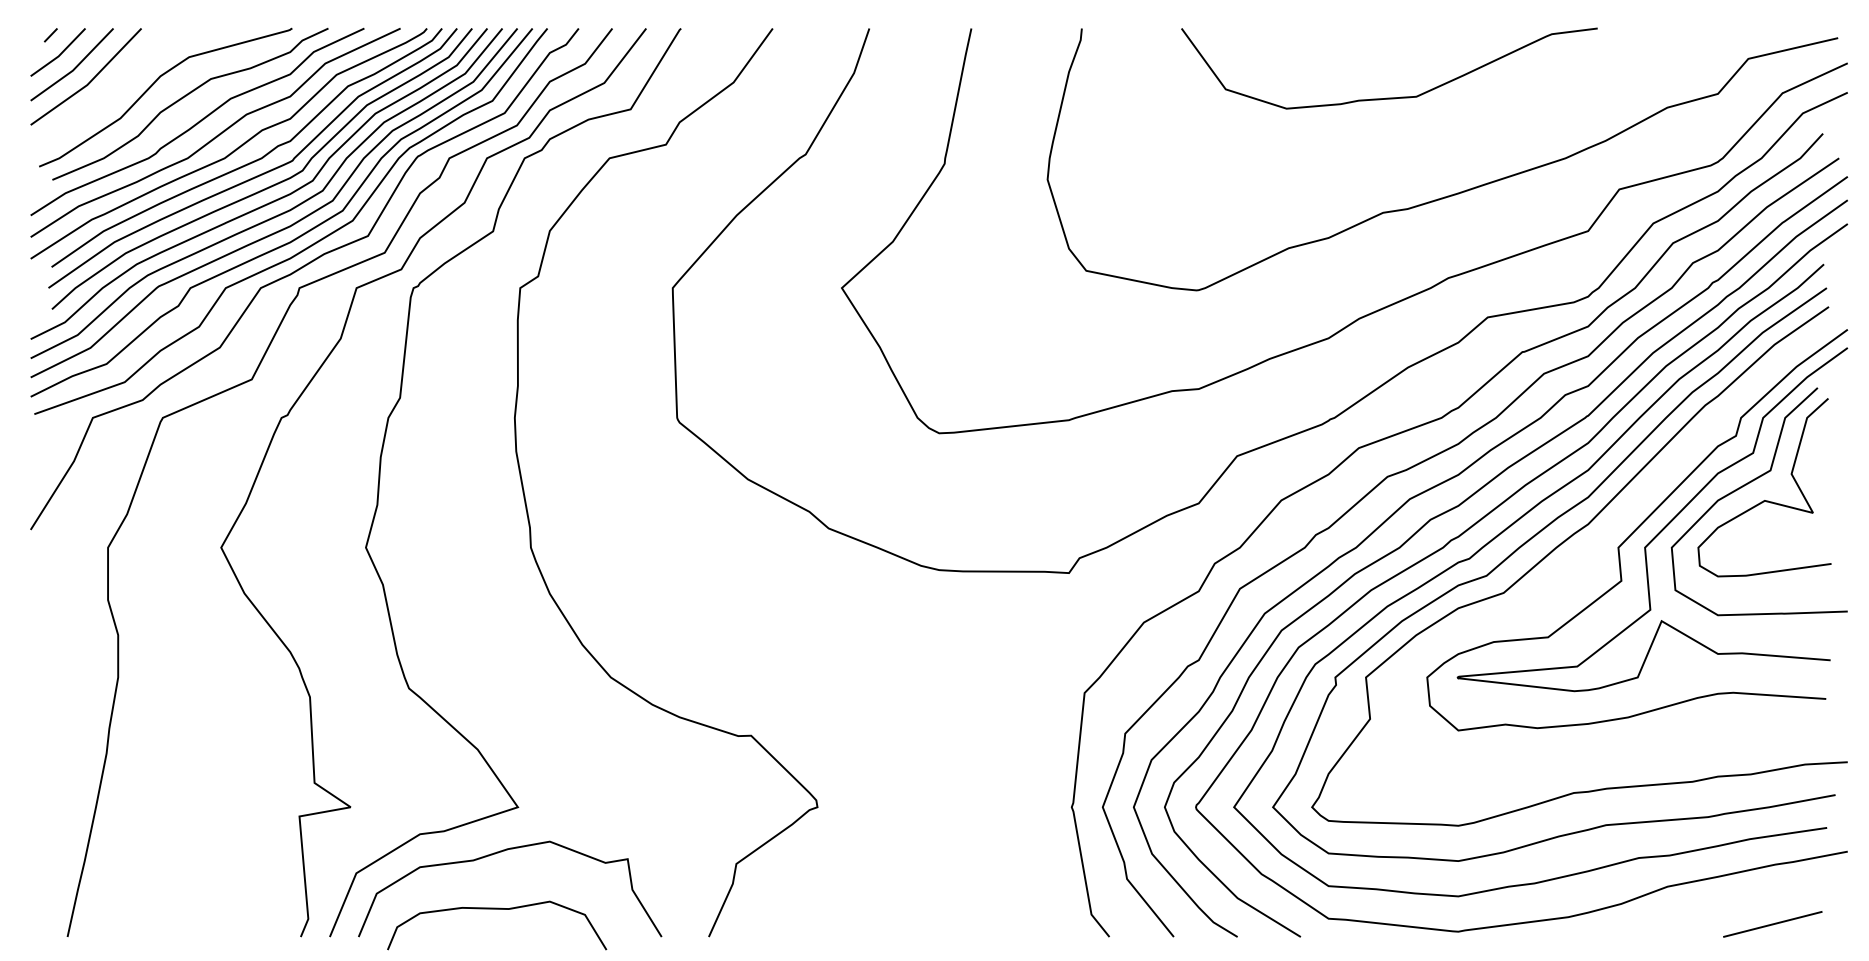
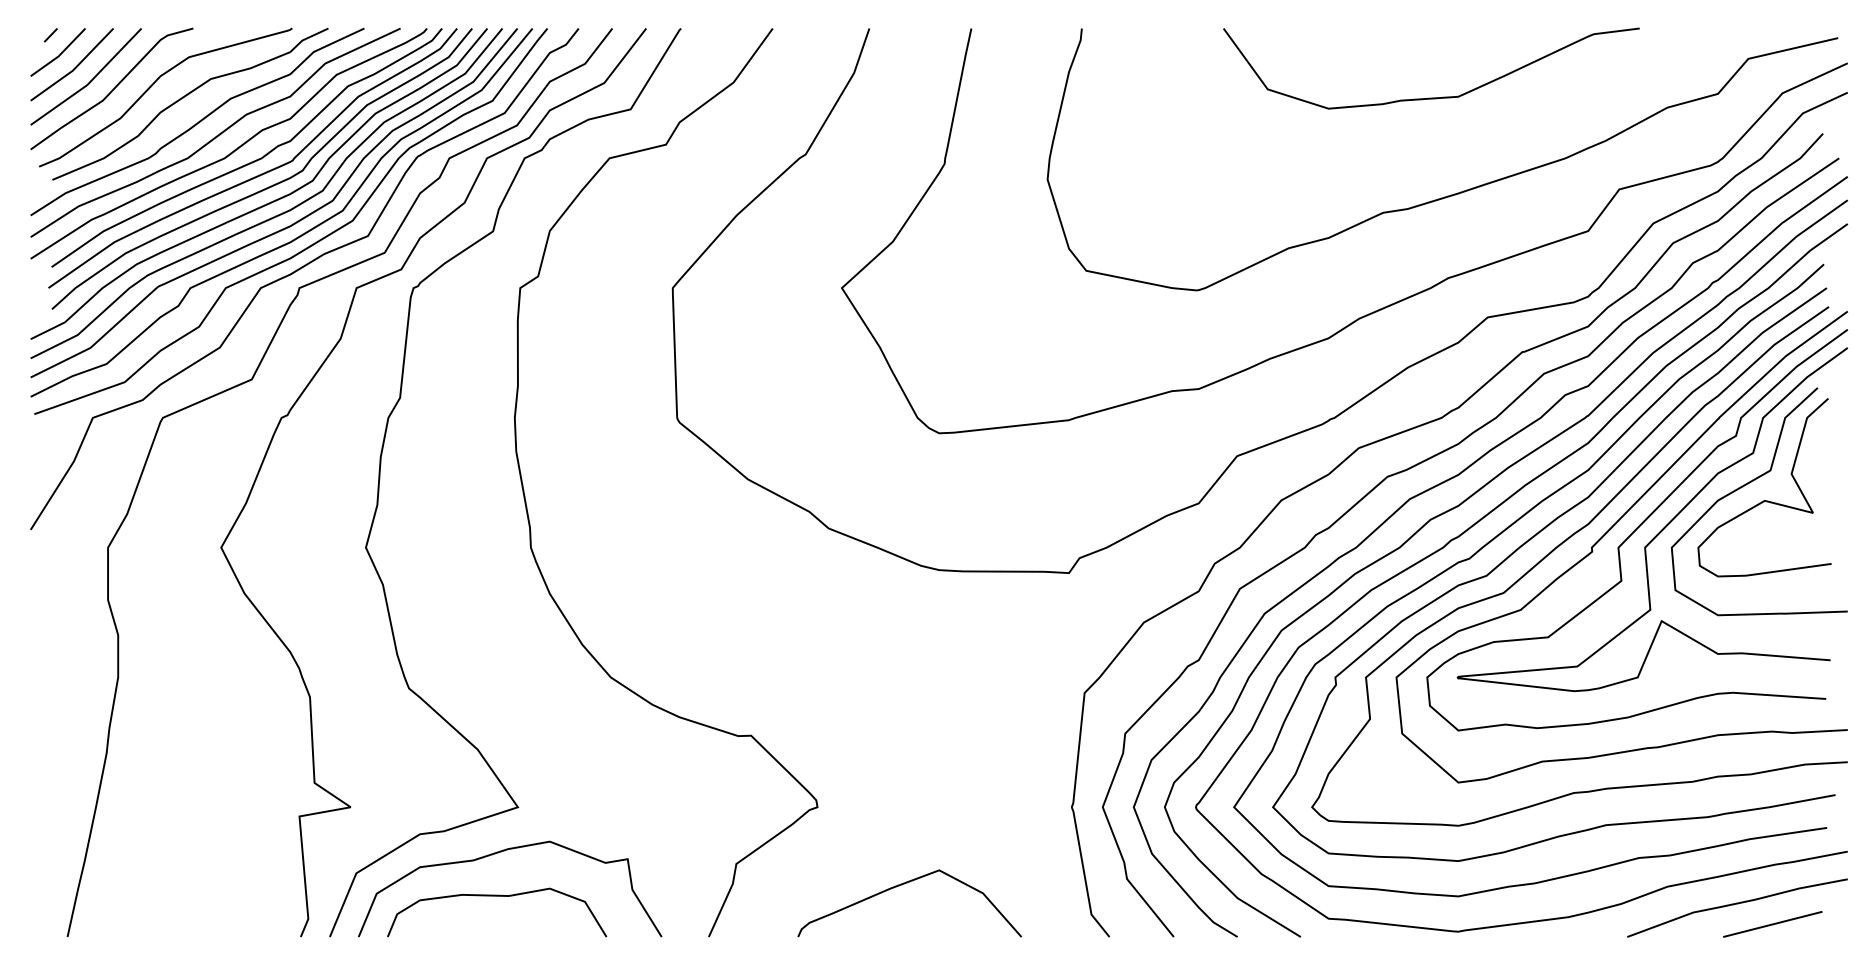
curve at (112, 89): none -> present
curve at (1389, 97) position: (1389, 97) -> (1431, 97)
curve at (1607, 533): none -> present
curve at (902, 885): none -> present
curve at (1737, 904): none -> present
curve at (497, 909) position: (497, 909) -> (497, 896)
